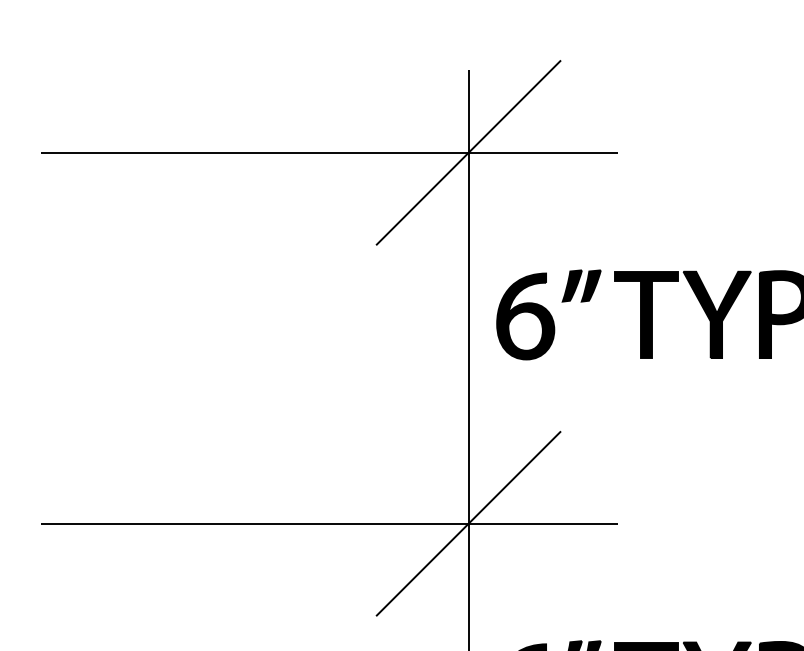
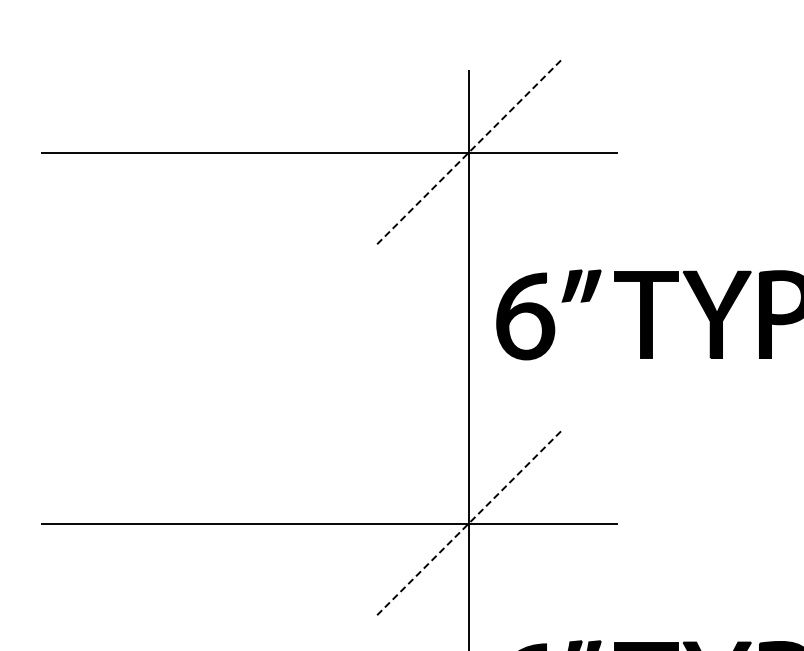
line at (468, 152): solid -> dashed
line at (468, 523): solid -> dashed
